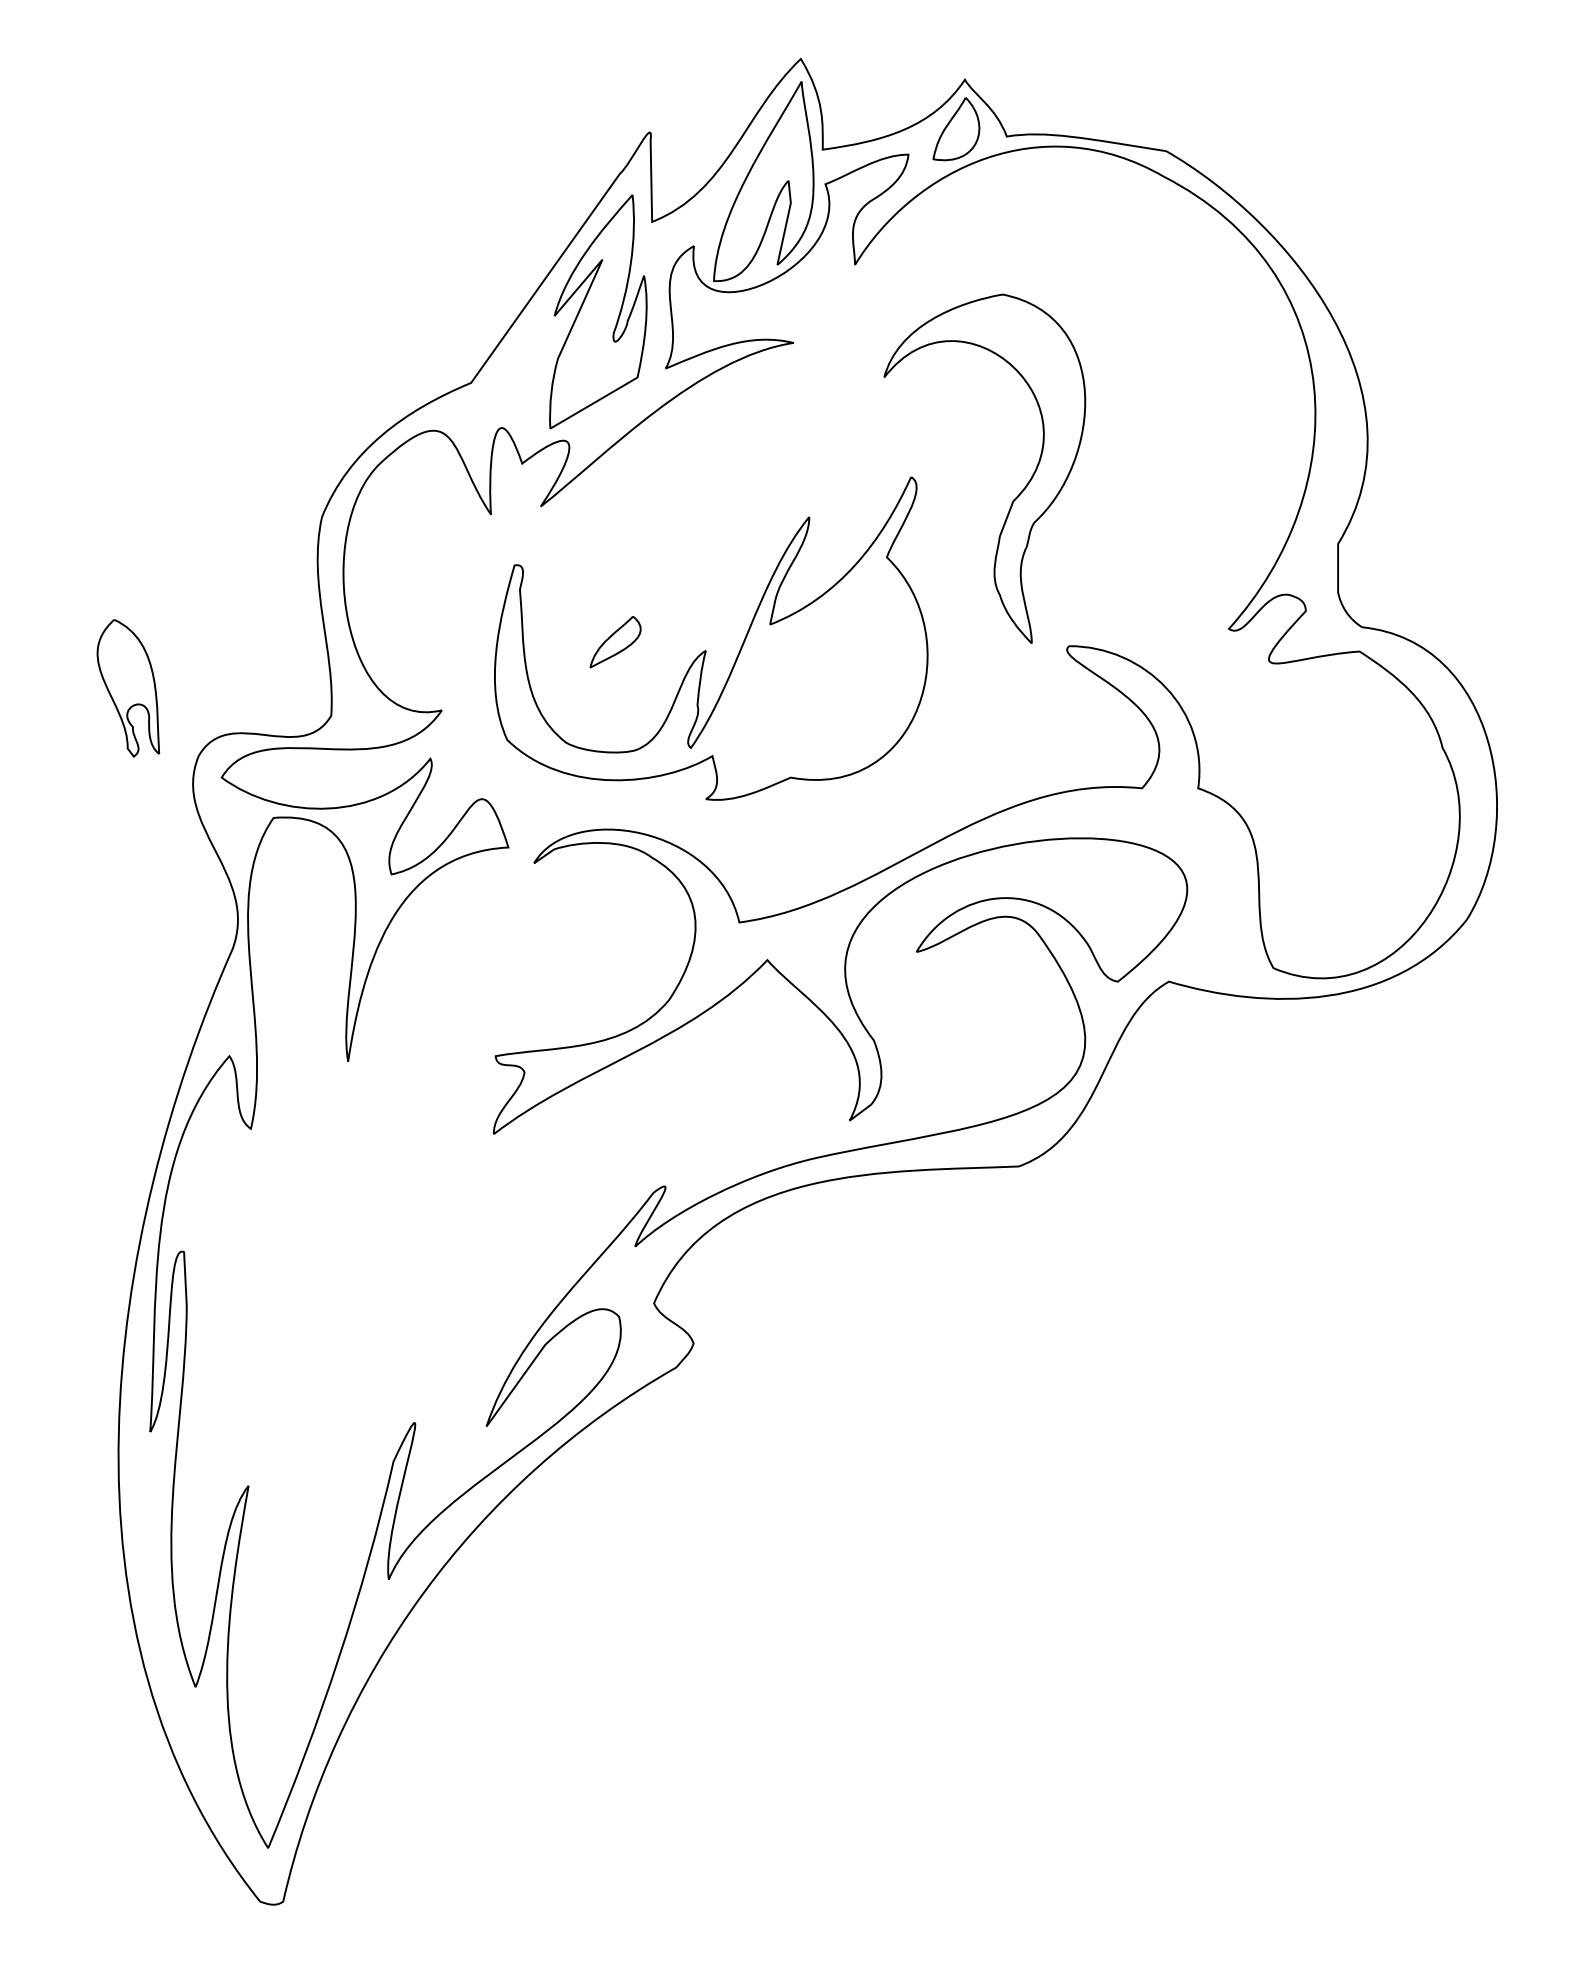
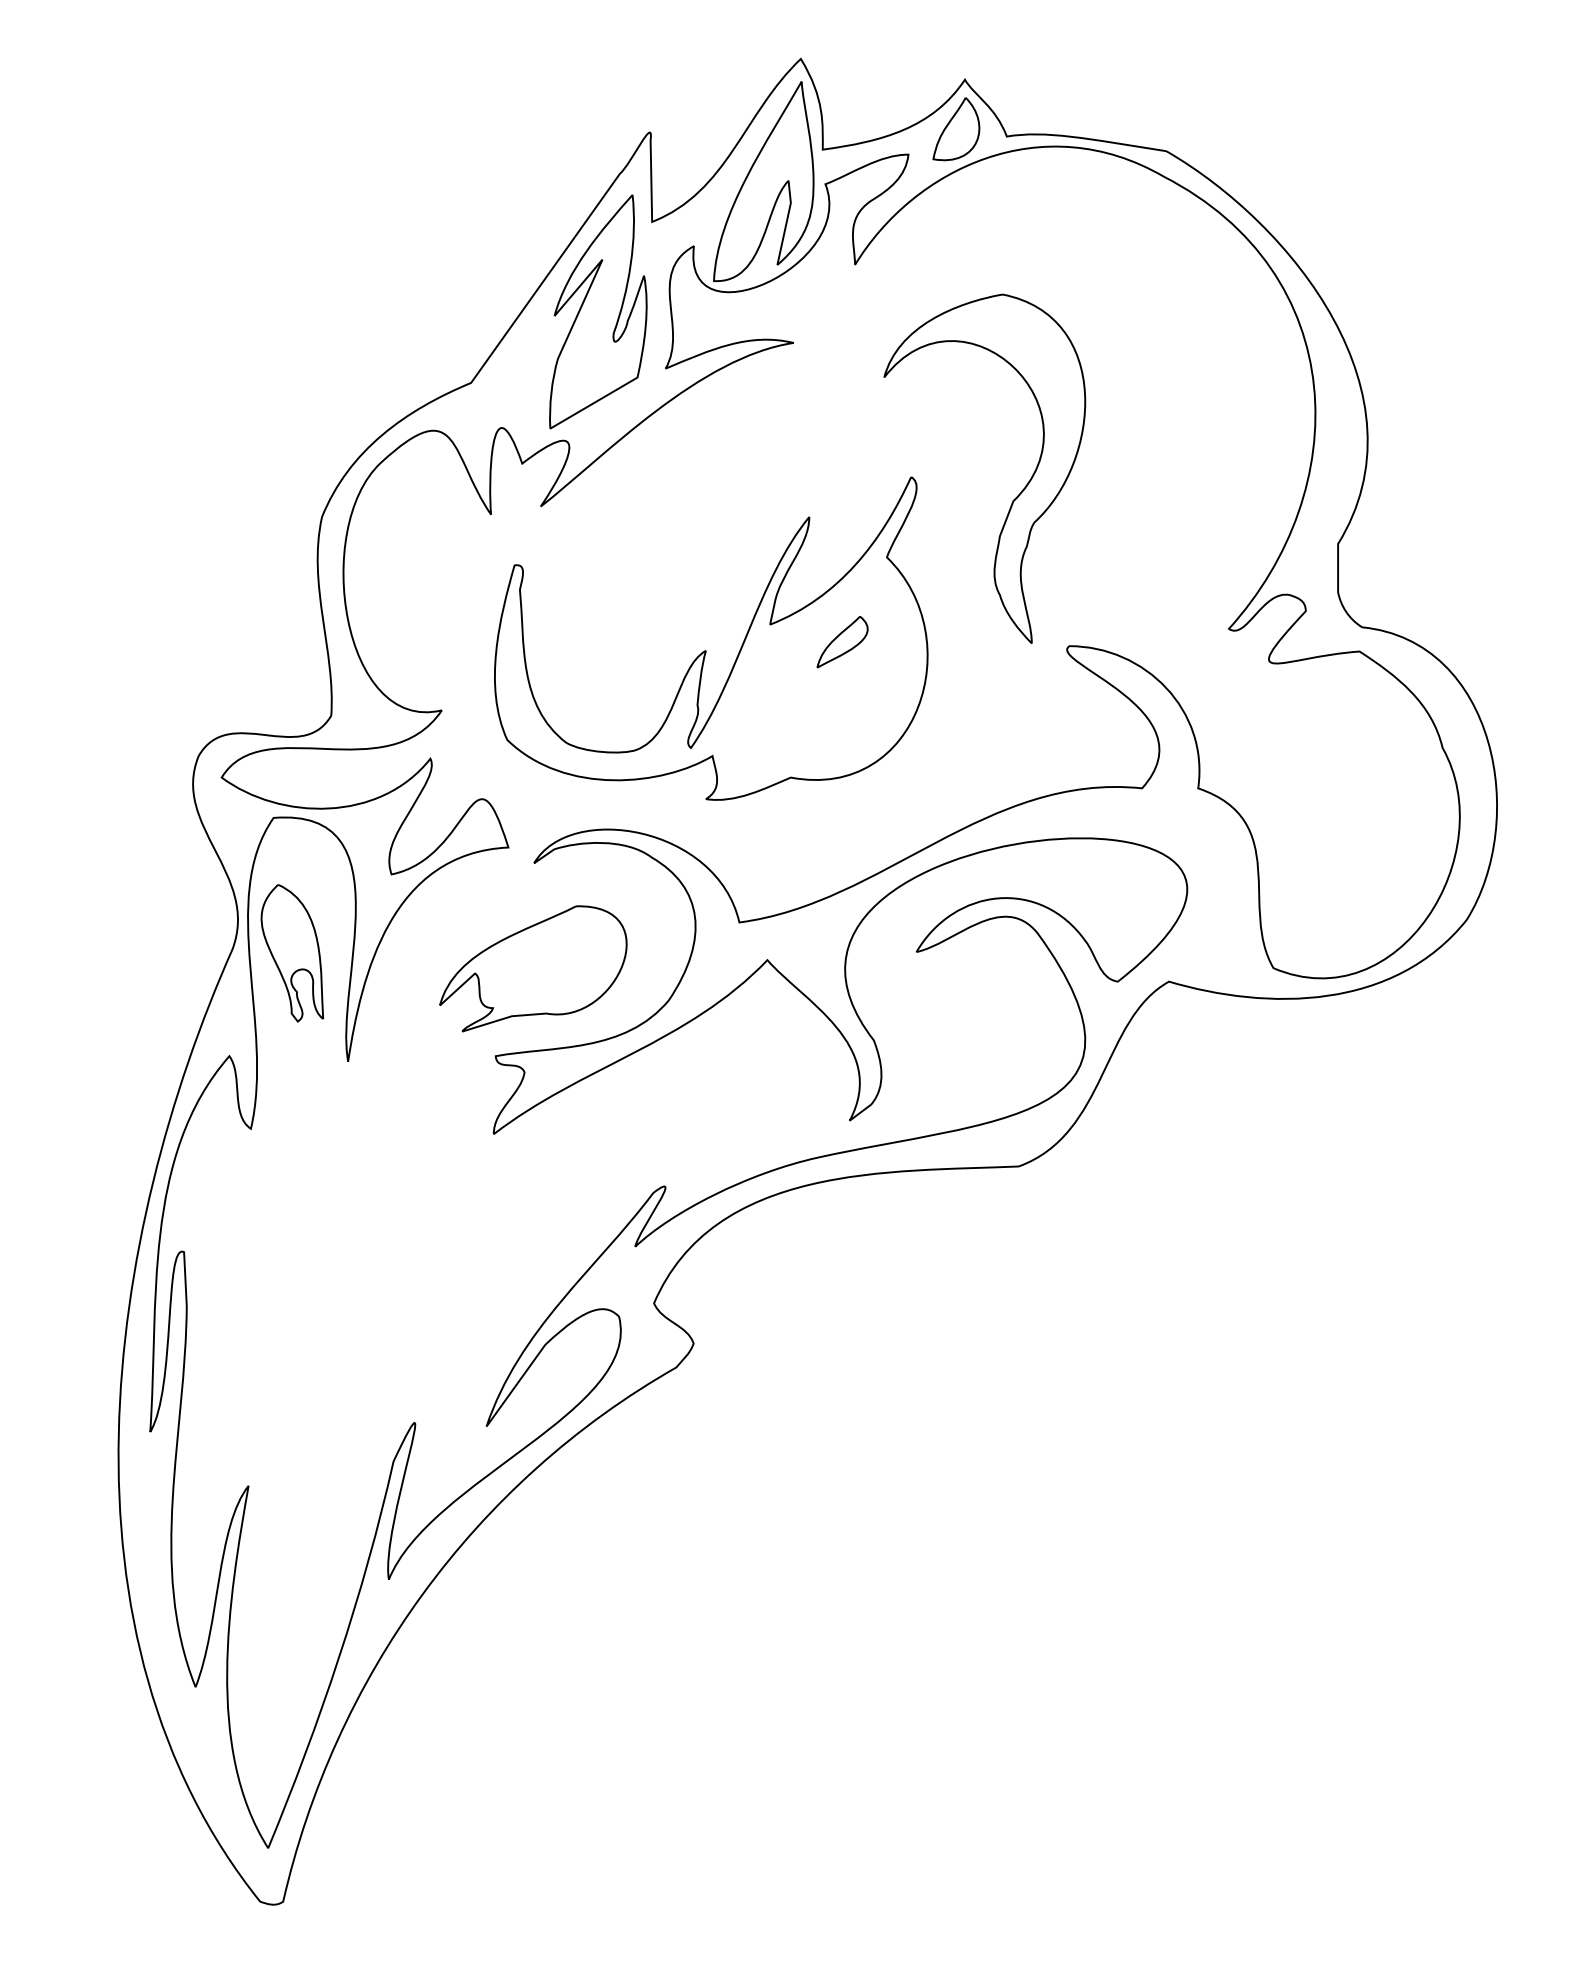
part at (615, 642) position: (615, 642) -> (842, 642)
part at (128, 688) position: (128, 688) -> (292, 953)
part at (533, 968): none -> present
